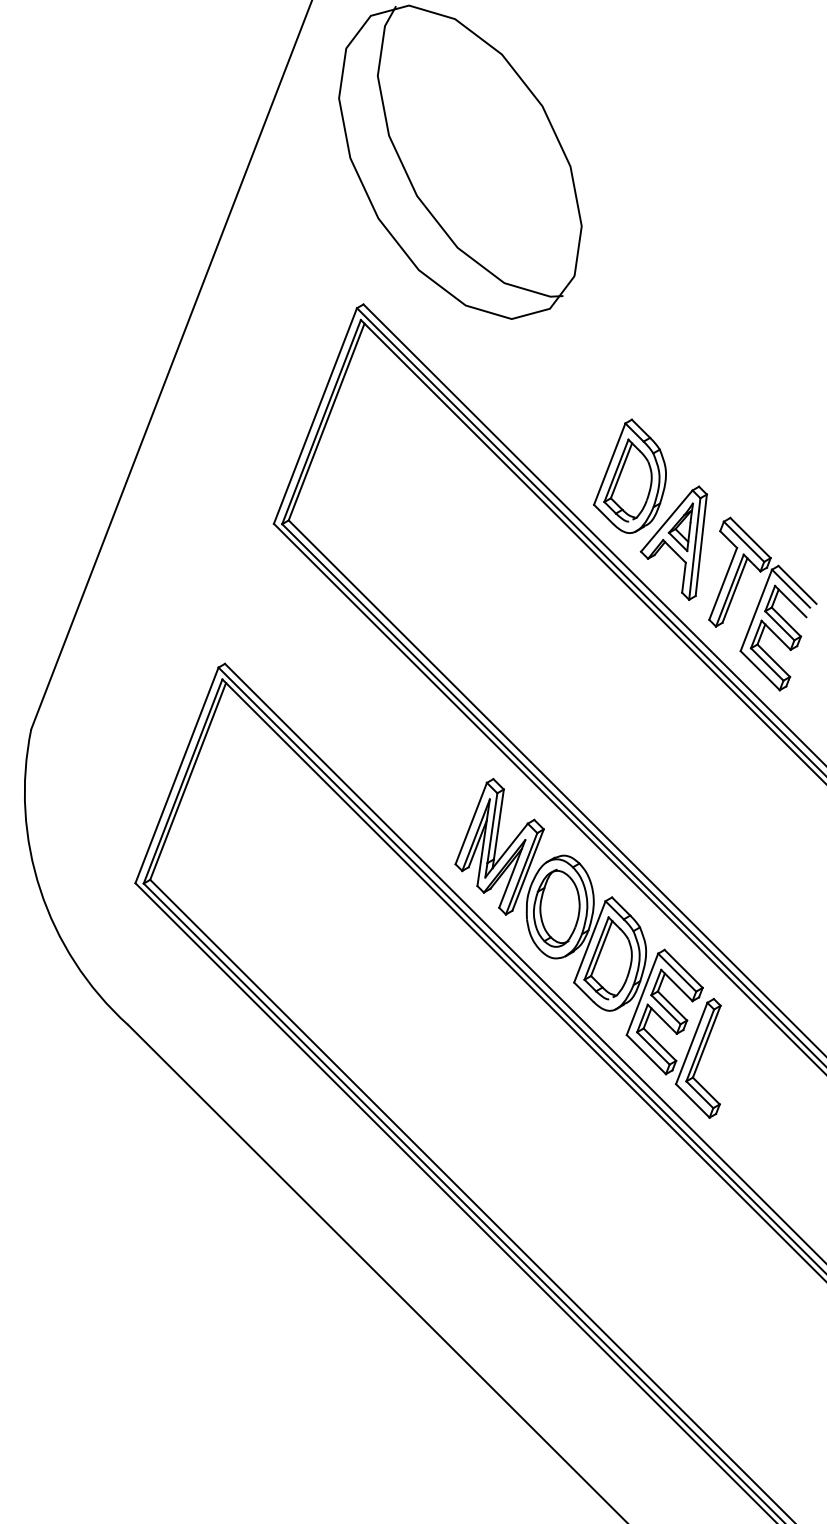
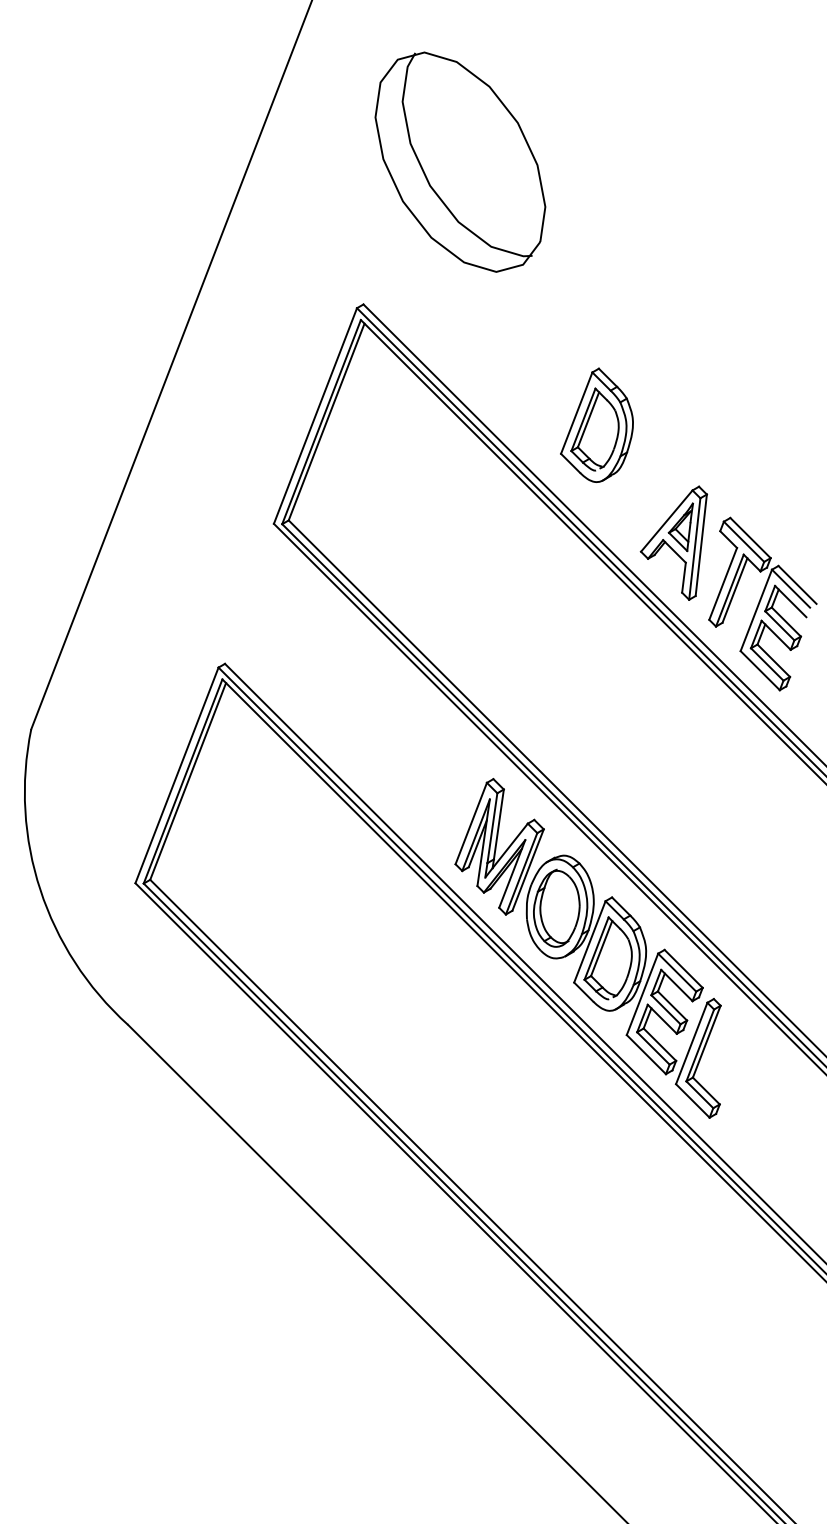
part at (460, 161) size: 245x316 px -> 173x222 px
part at (629, 475) position: (629, 475) -> (596, 424)
